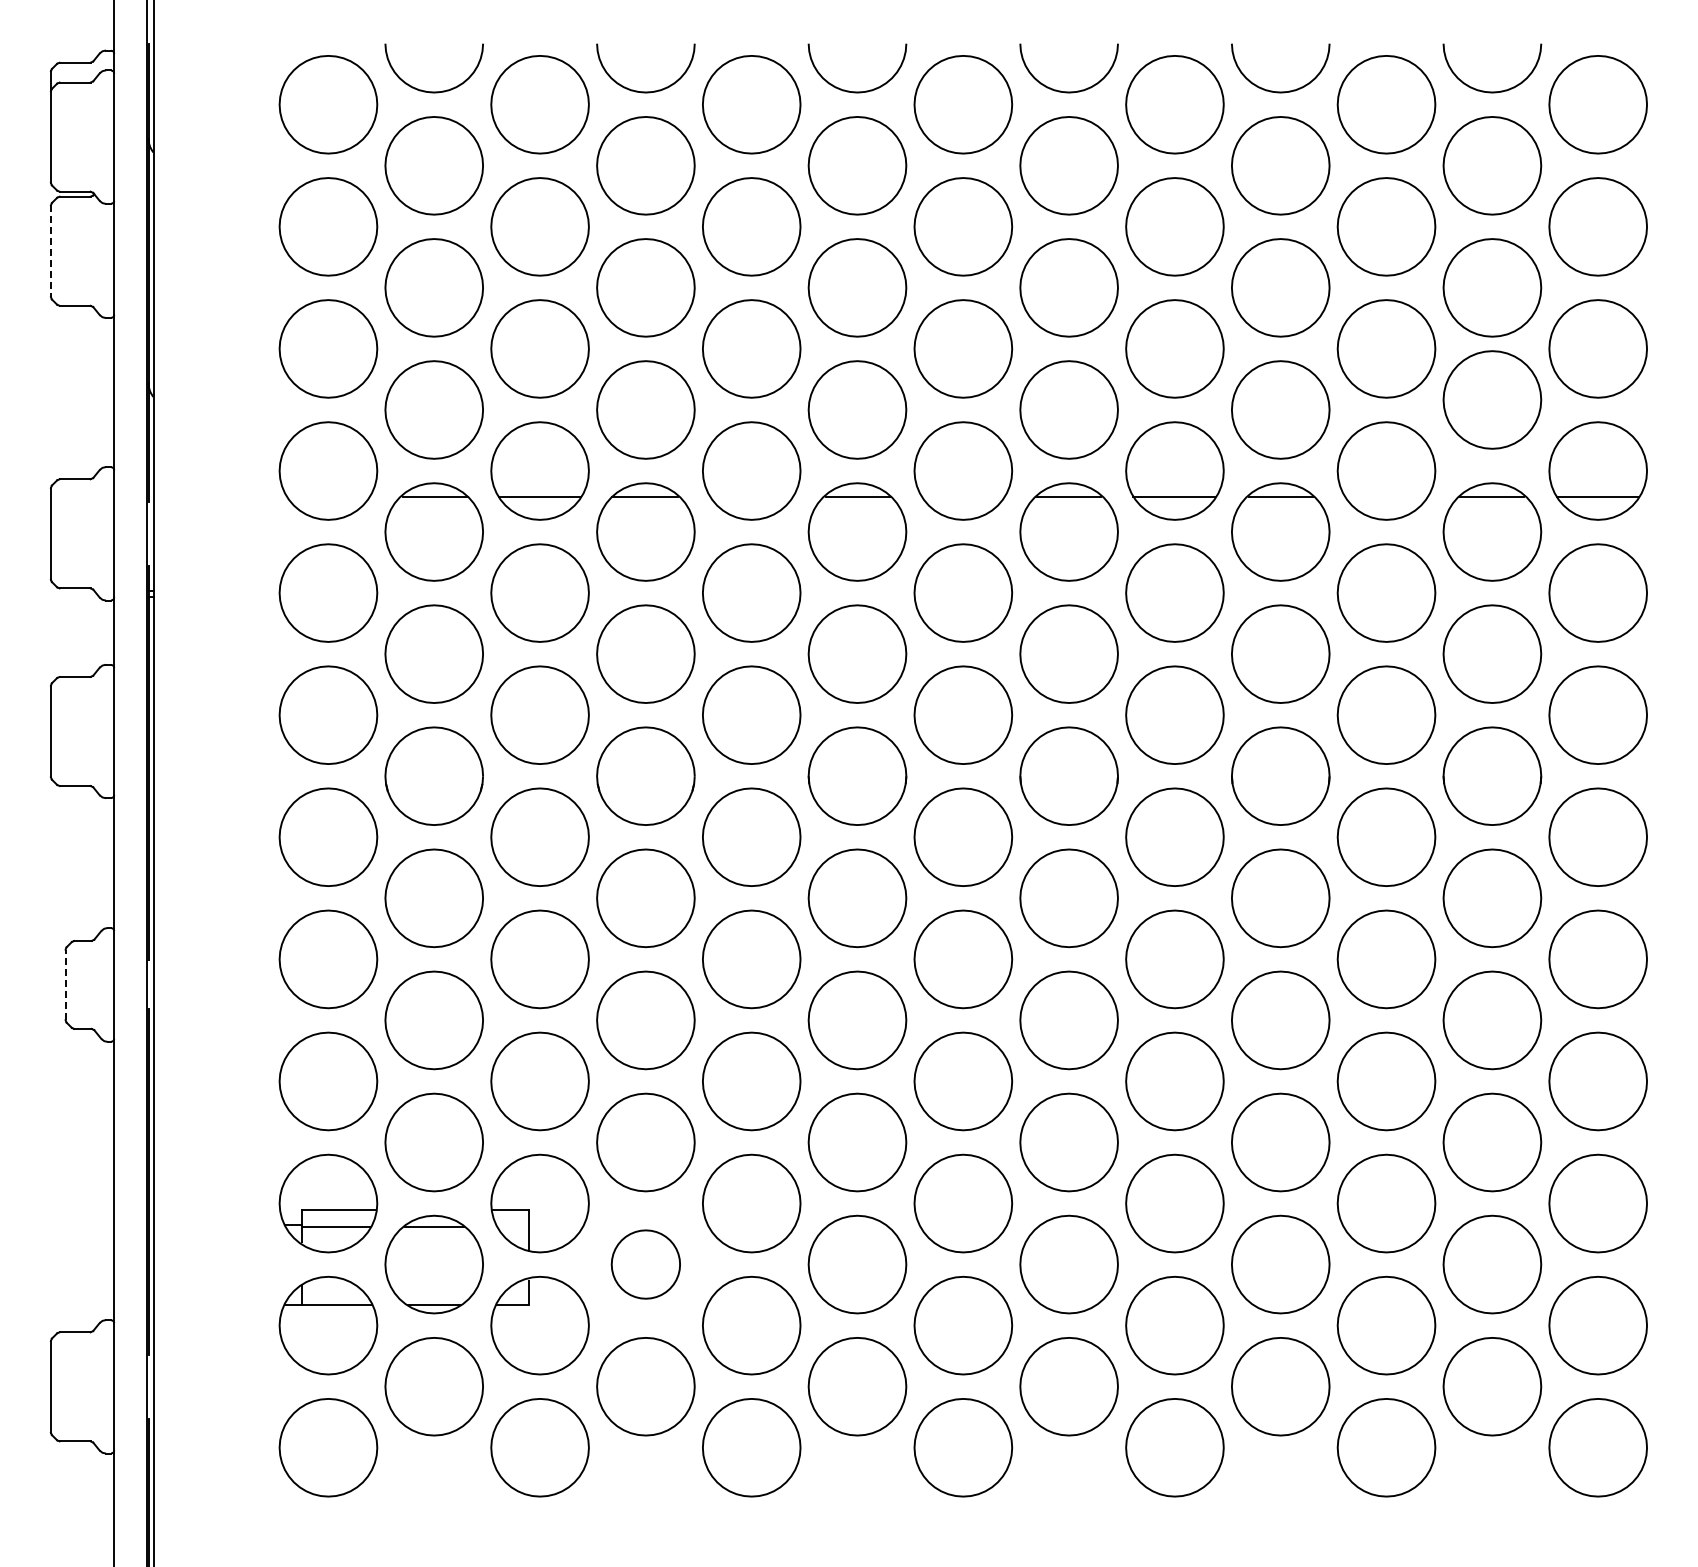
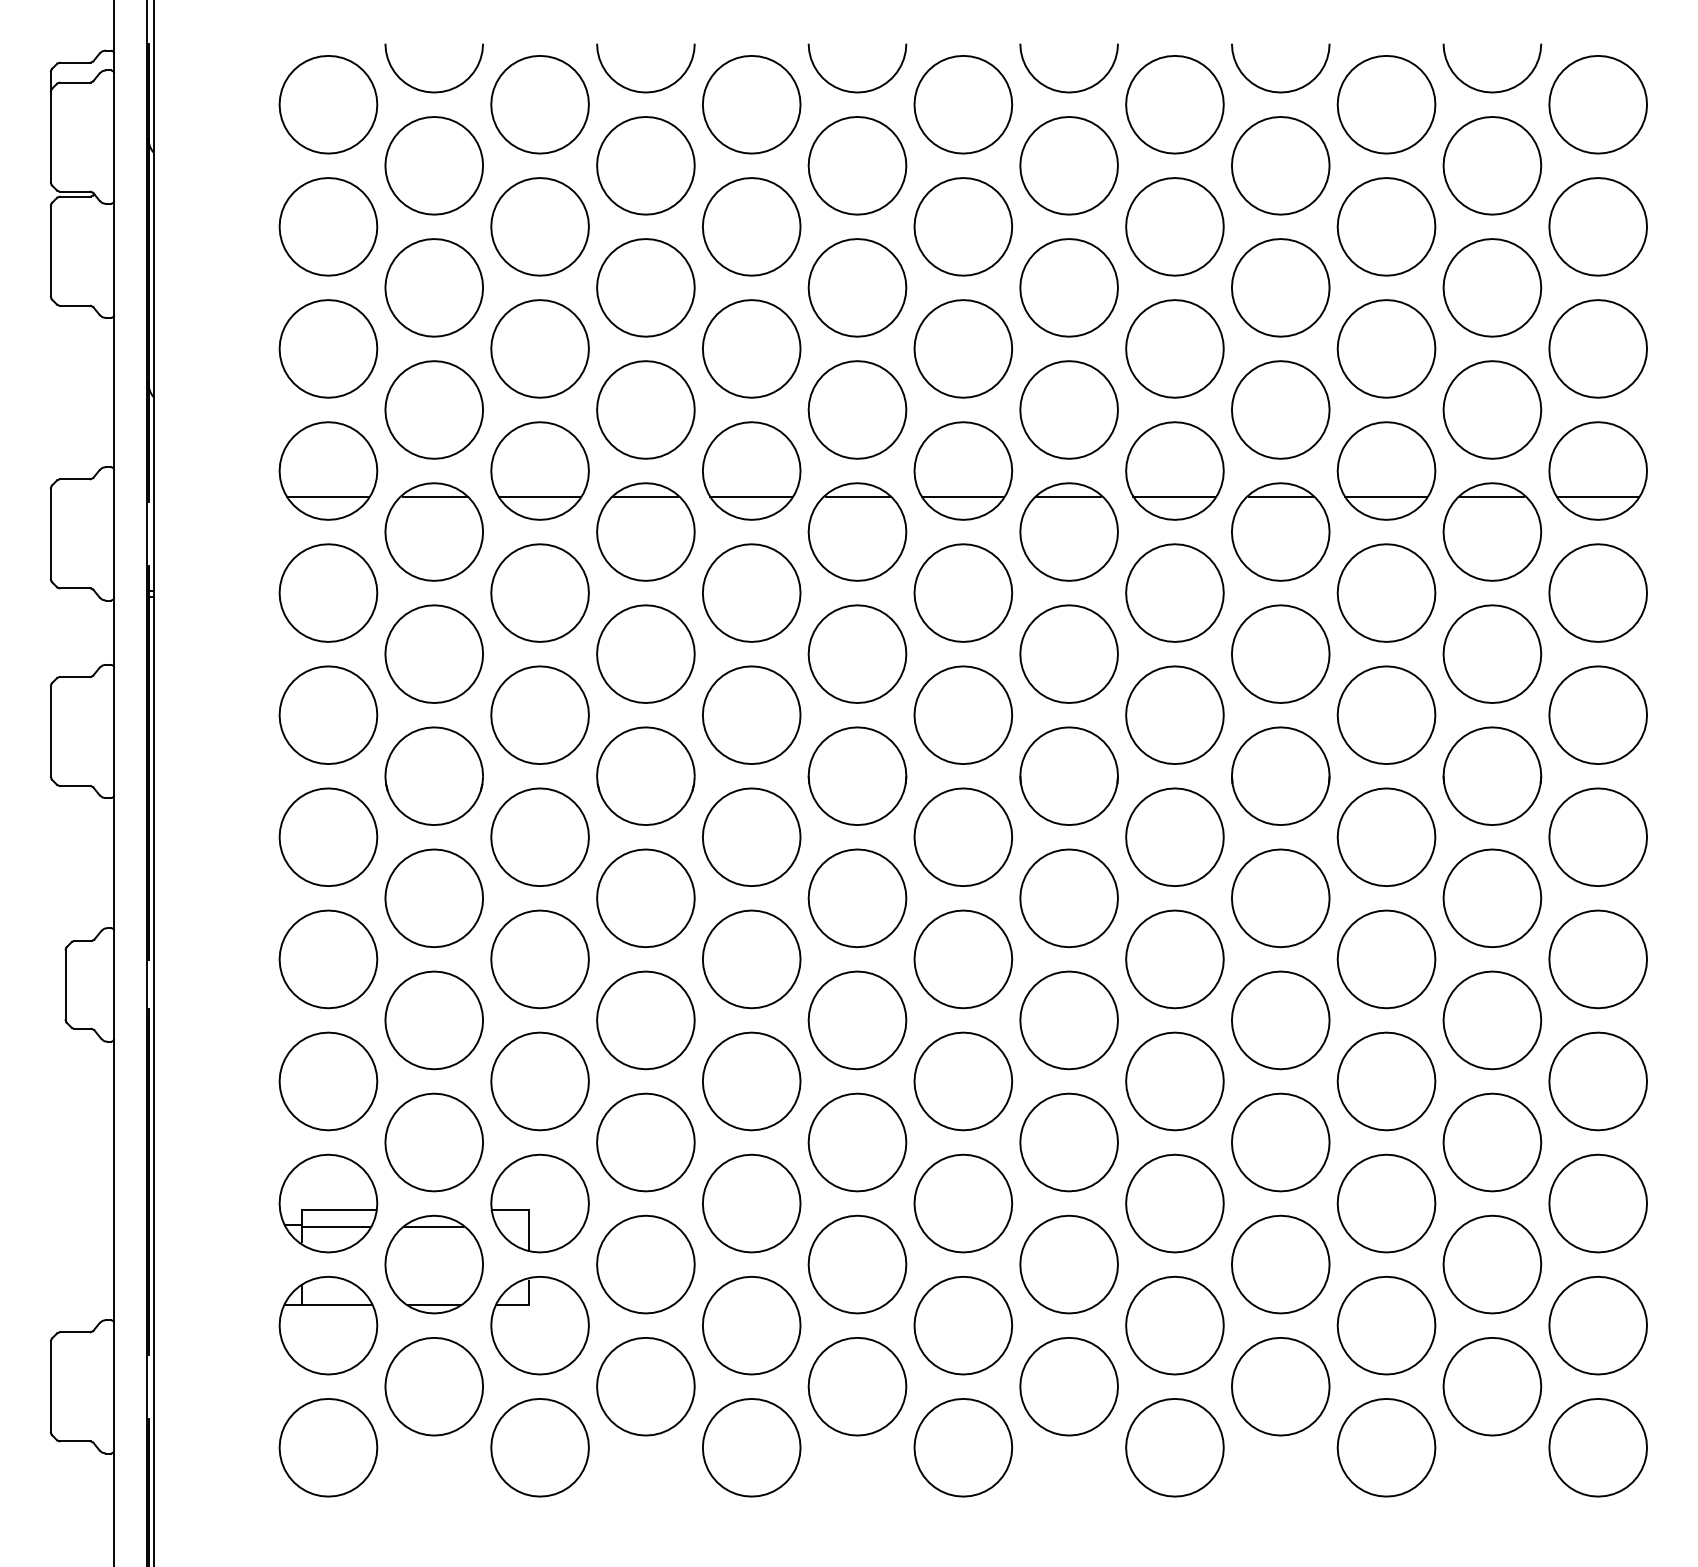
line at (50, 251): dashed -> solid
part at (1492, 399) position: (1492, 399) -> (1492, 409)
line at (327, 496): none -> present
line at (751, 496): none -> present
line at (962, 496): none -> present
line at (1385, 496): none -> present
line at (65, 984): dashed -> solid
part at (645, 1264) size: 71x71 px -> 100x101 px
